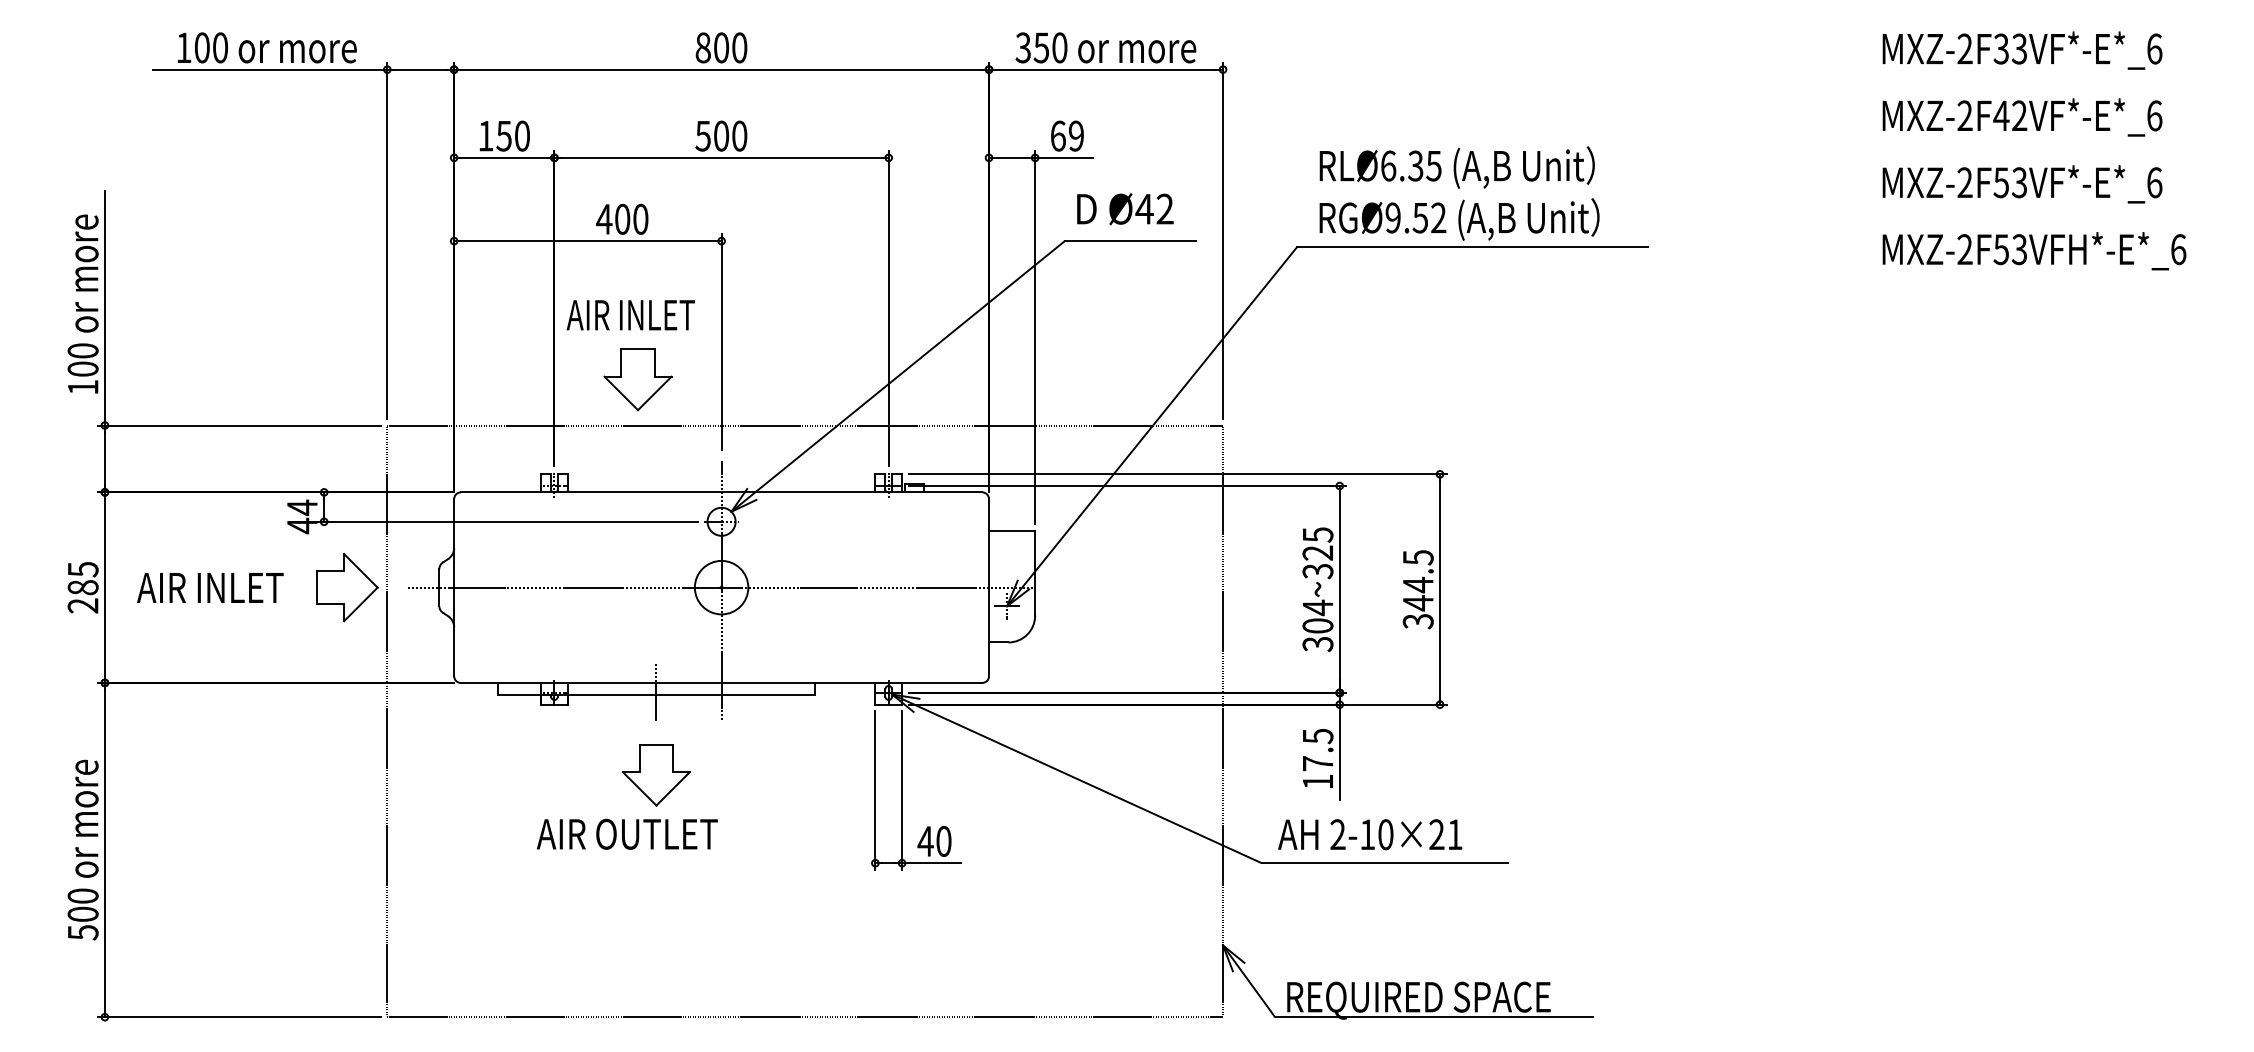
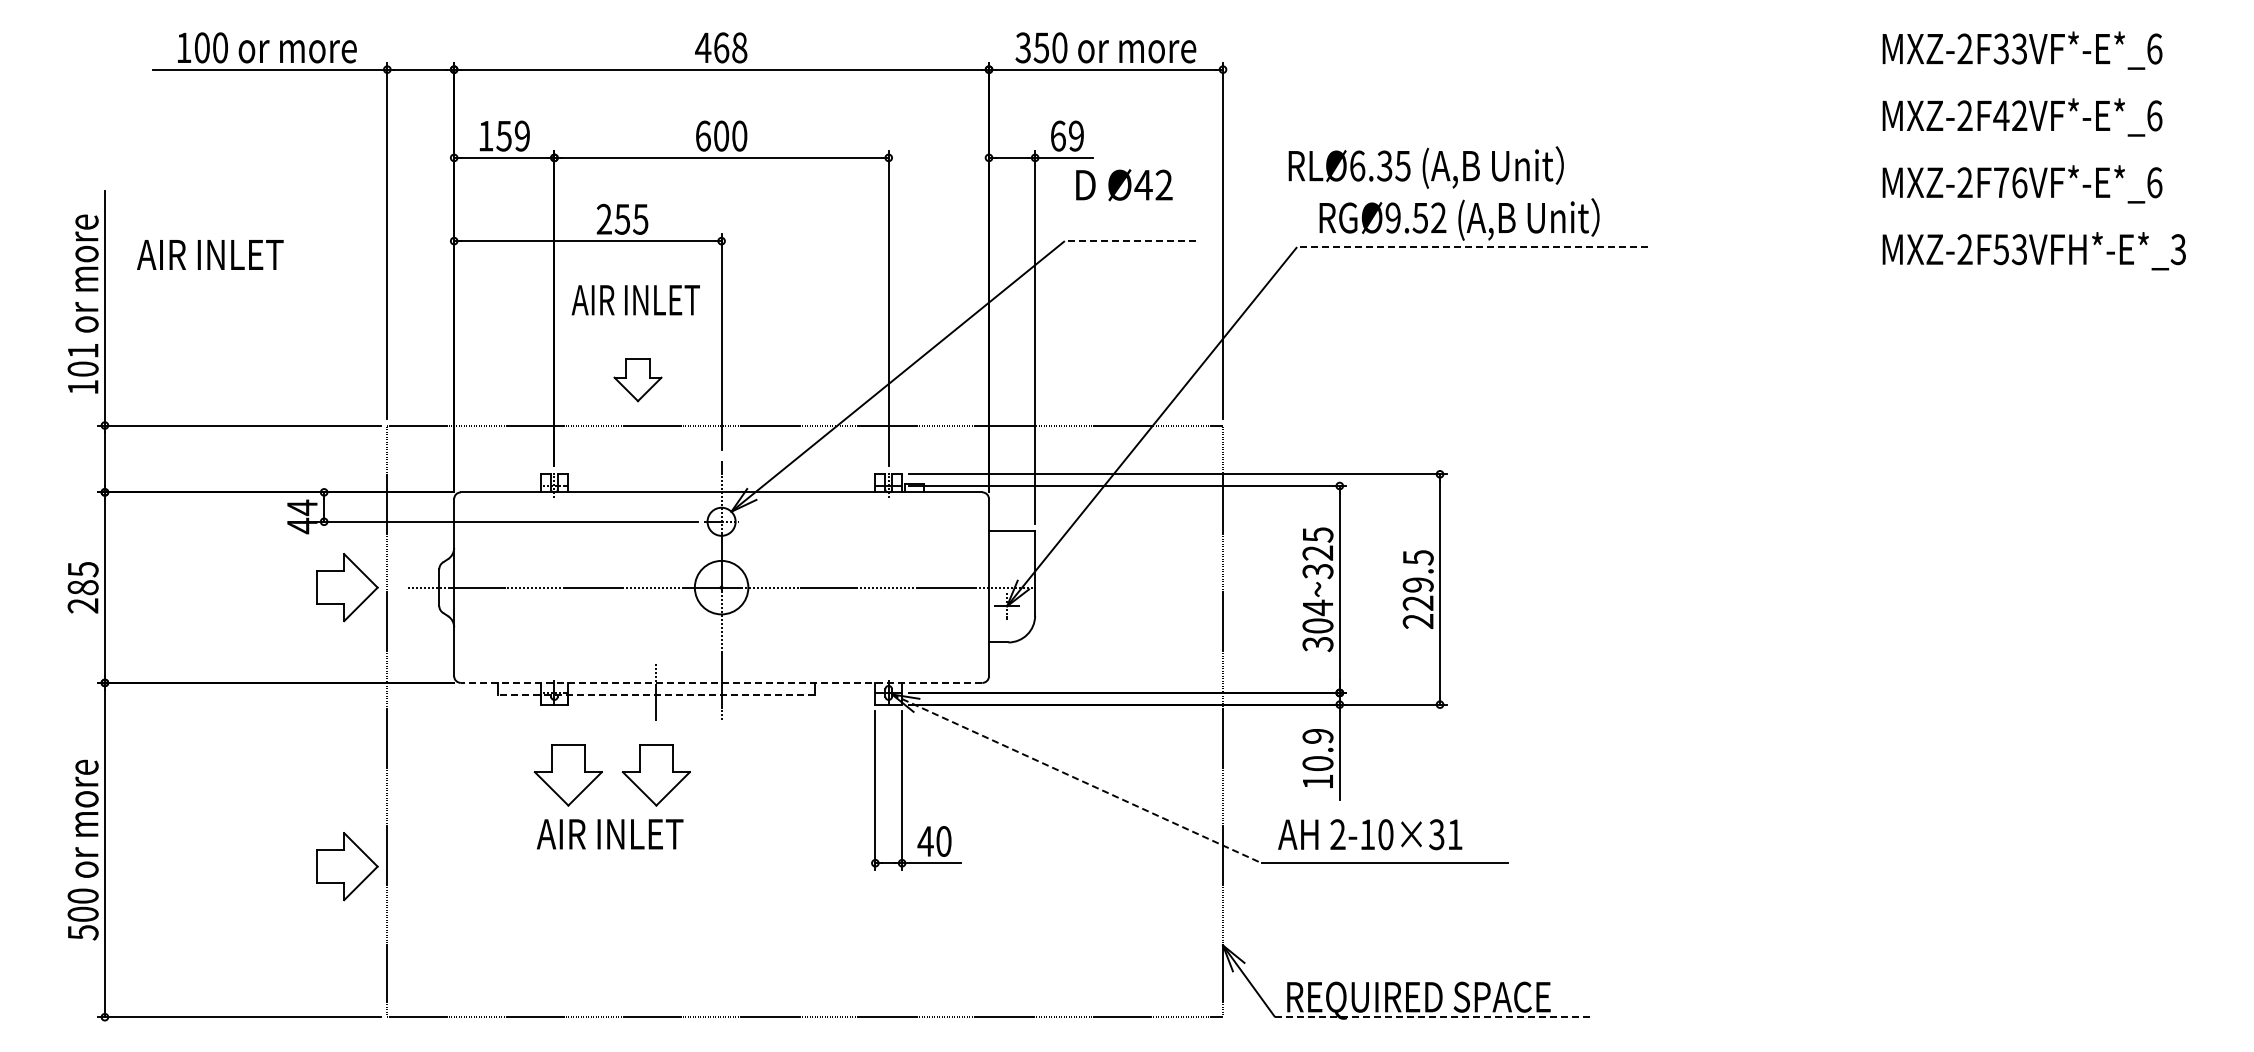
text at (721, 47): 800 -> 468
text at (521, 135): 150 -> 159
text at (702, 135): 500 -> 600
text at (1456, 167) position: (1456, 167) -> (1425, 167)
text at (2010, 182): MXZ-2F53VF*-E*_6 -> MXZ-2F76VF*-E*_6
text at (1125, 209) position: (1125, 209) -> (1124, 185)
text at (622, 218): 400 -> 255
line at (1130, 241): solid -> dashed
line at (1472, 247): solid -> dashed
text at (2178, 249): MXZ-2F53VFH*-E*_6 -> MXZ-2F53VFH*-E*_3
text at (630, 315) position: (630, 315) -> (635, 300)
text at (82, 350): 100 -> 101
part at (637, 379) size: 70x64 px -> 50x45 px
text at (210, 587) position: (210, 587) -> (210, 254)
text at (1417, 602): 344.5 -> 229.5
line at (721, 682): solid -> dashed
line at (656, 694): solid -> dashed
text at (1317, 750): 17.5 -> 10.9
part at (567, 775): none -> present
line at (1077, 779): solid -> dashed
text at (656, 833): AIR OUTLET -> AIR INLET
text at (1436, 834): 2-10×21 -> 2-10×31
part at (347, 866): none -> present
line at (1434, 1017): solid -> dashed
